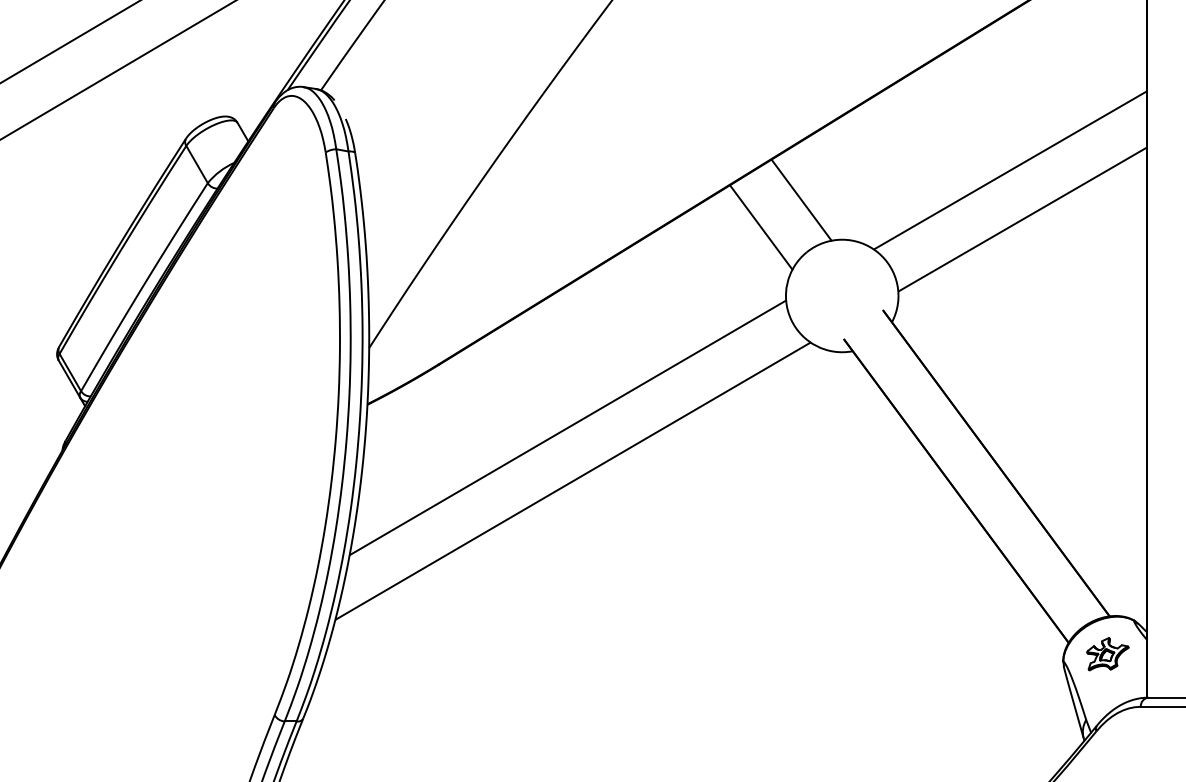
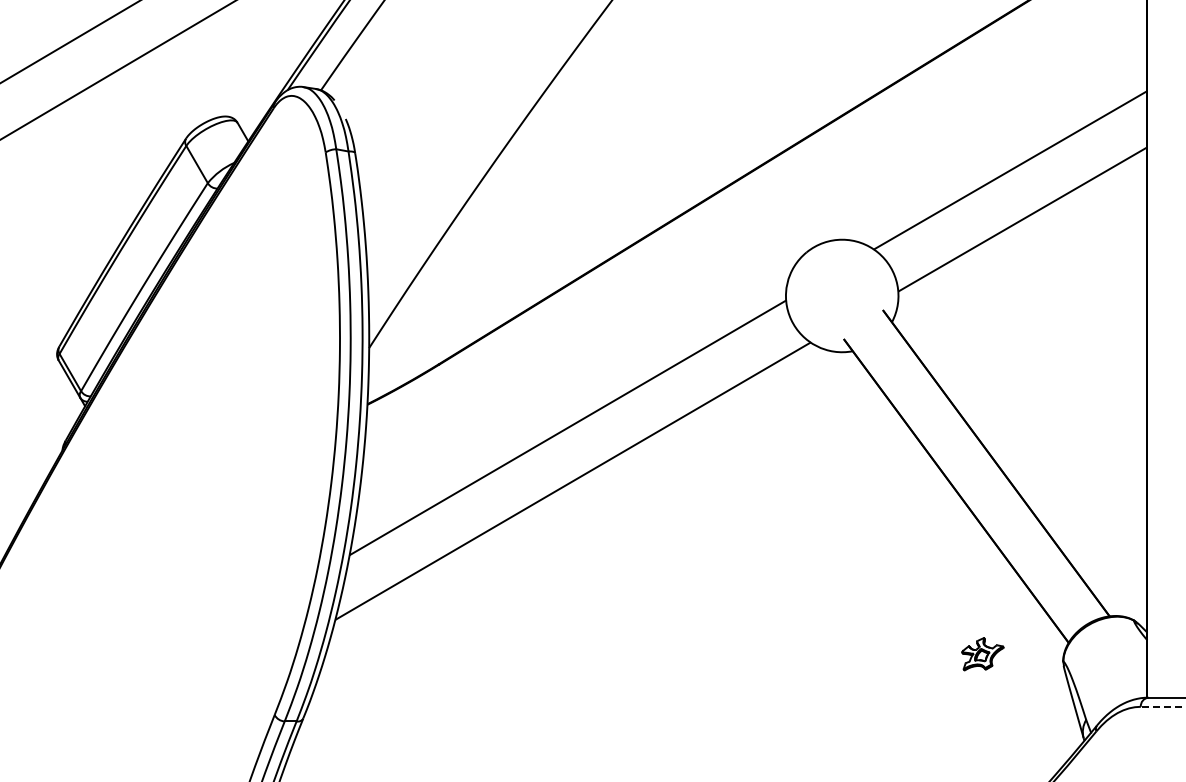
line at (801, 199): present -> none
line at (761, 227): present -> none
part at (1107, 654) position: (1107, 654) -> (982, 654)
line at (1162, 706): solid -> dashed
